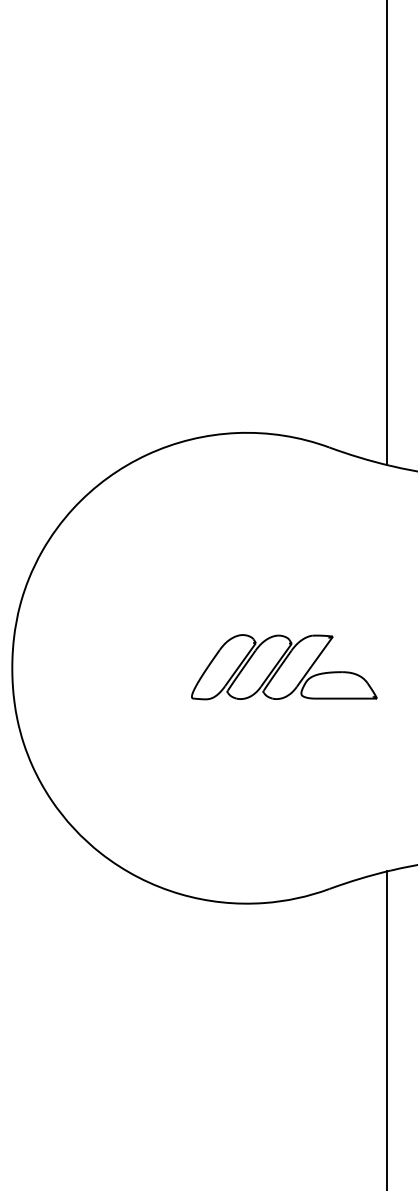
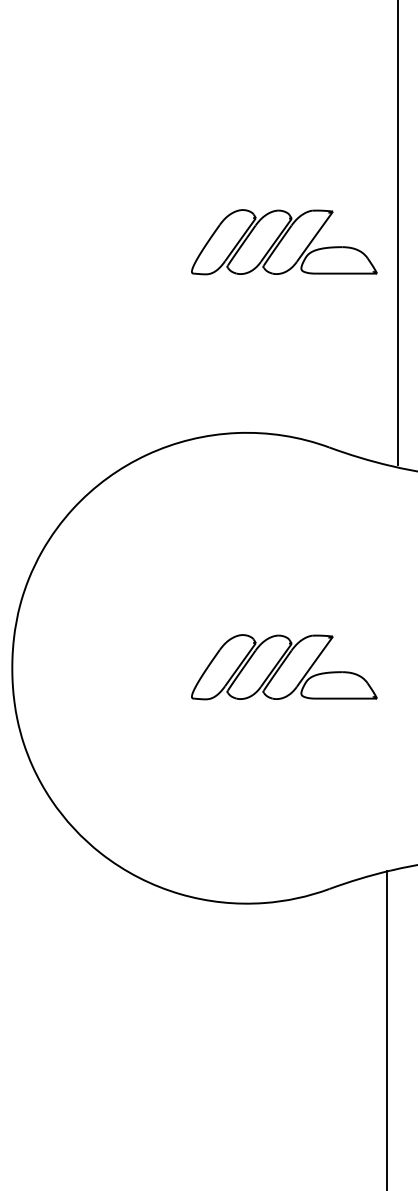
line at (387, 233) position: (387, 233) -> (398, 233)
part at (284, 242): none -> present
